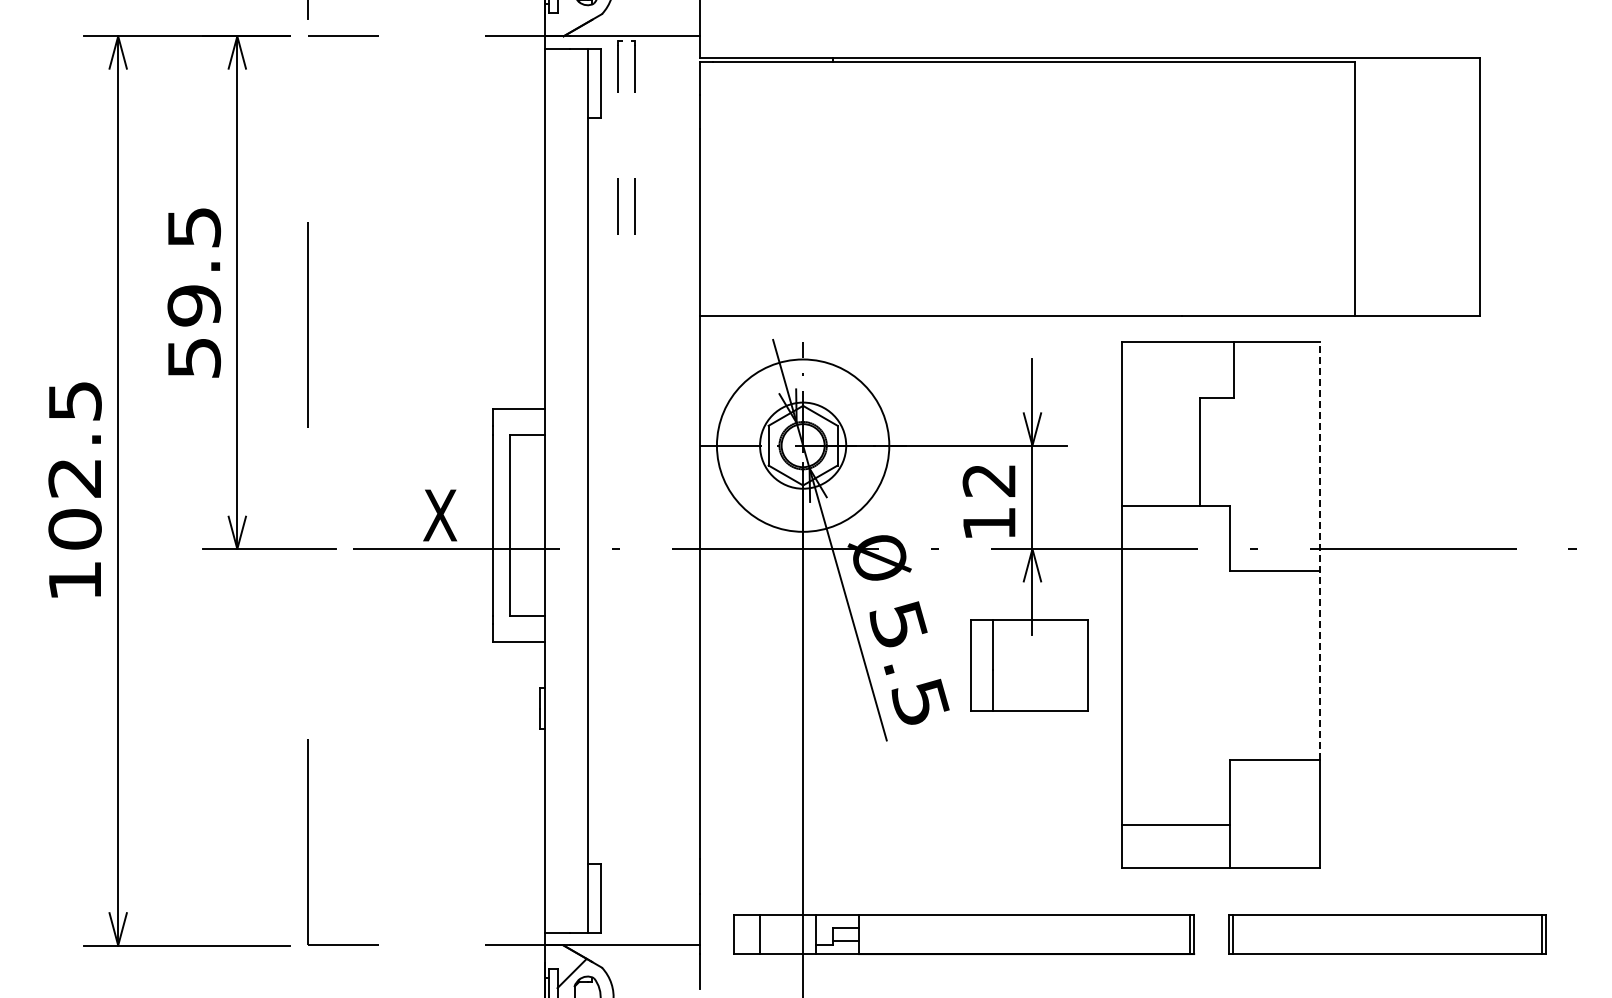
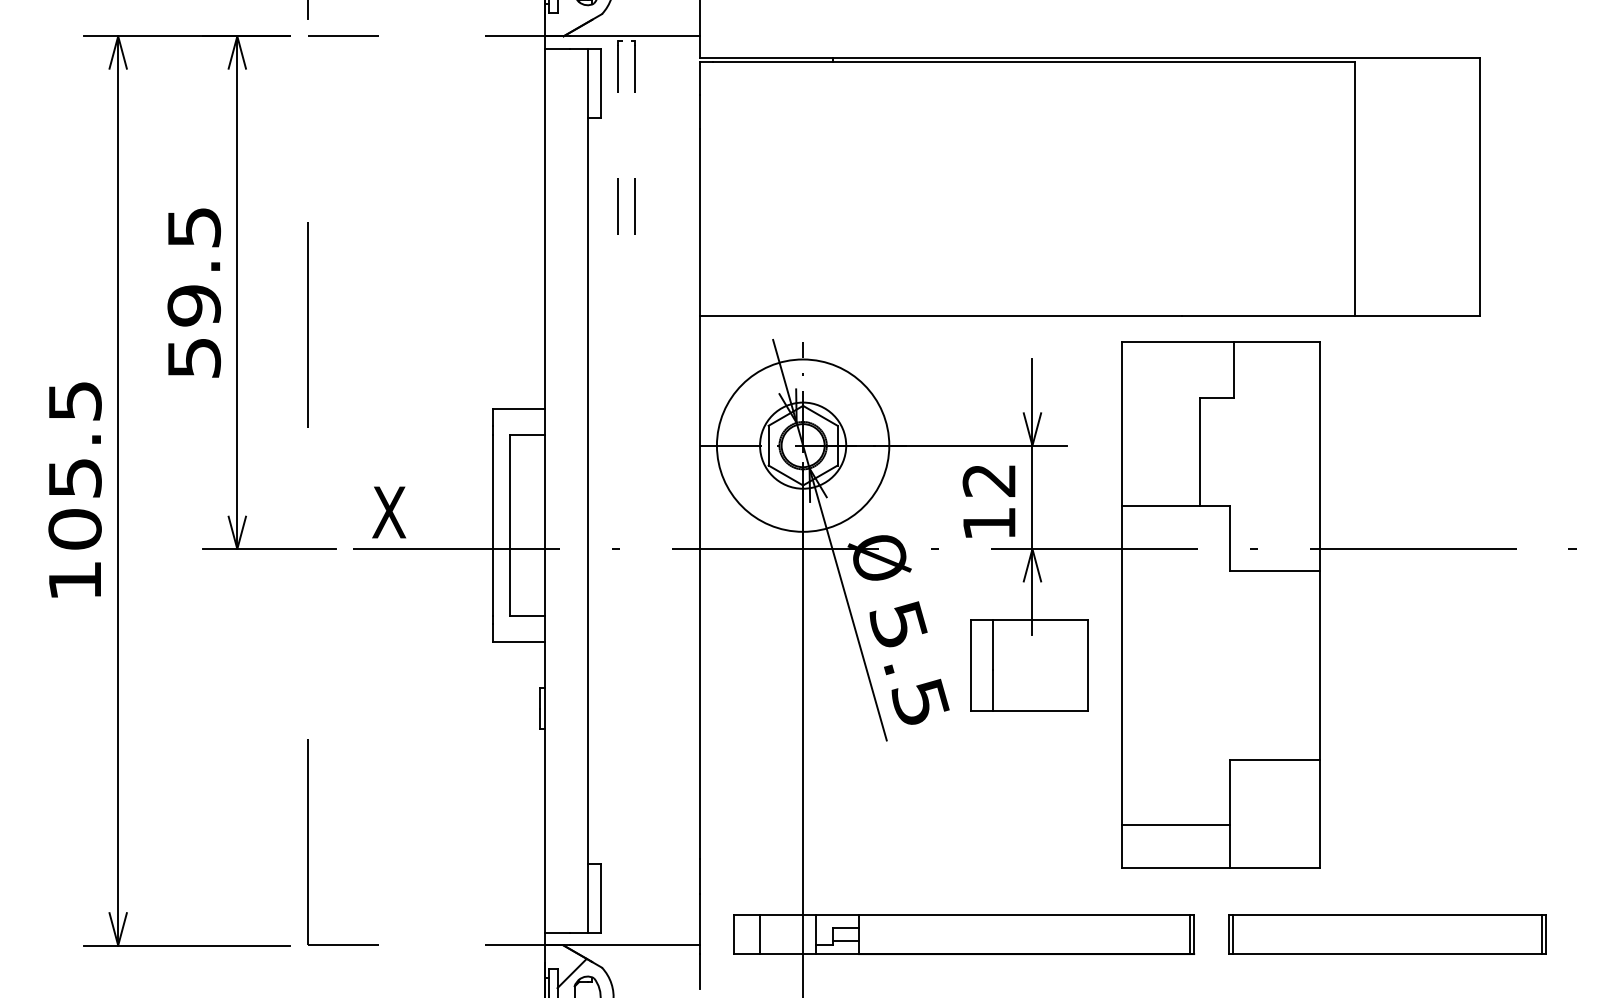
text at (74, 478): 102.5 -> 105.5
text at (440, 515) position: (440, 515) -> (389, 512)
line at (1320, 551): dashed -> solid
